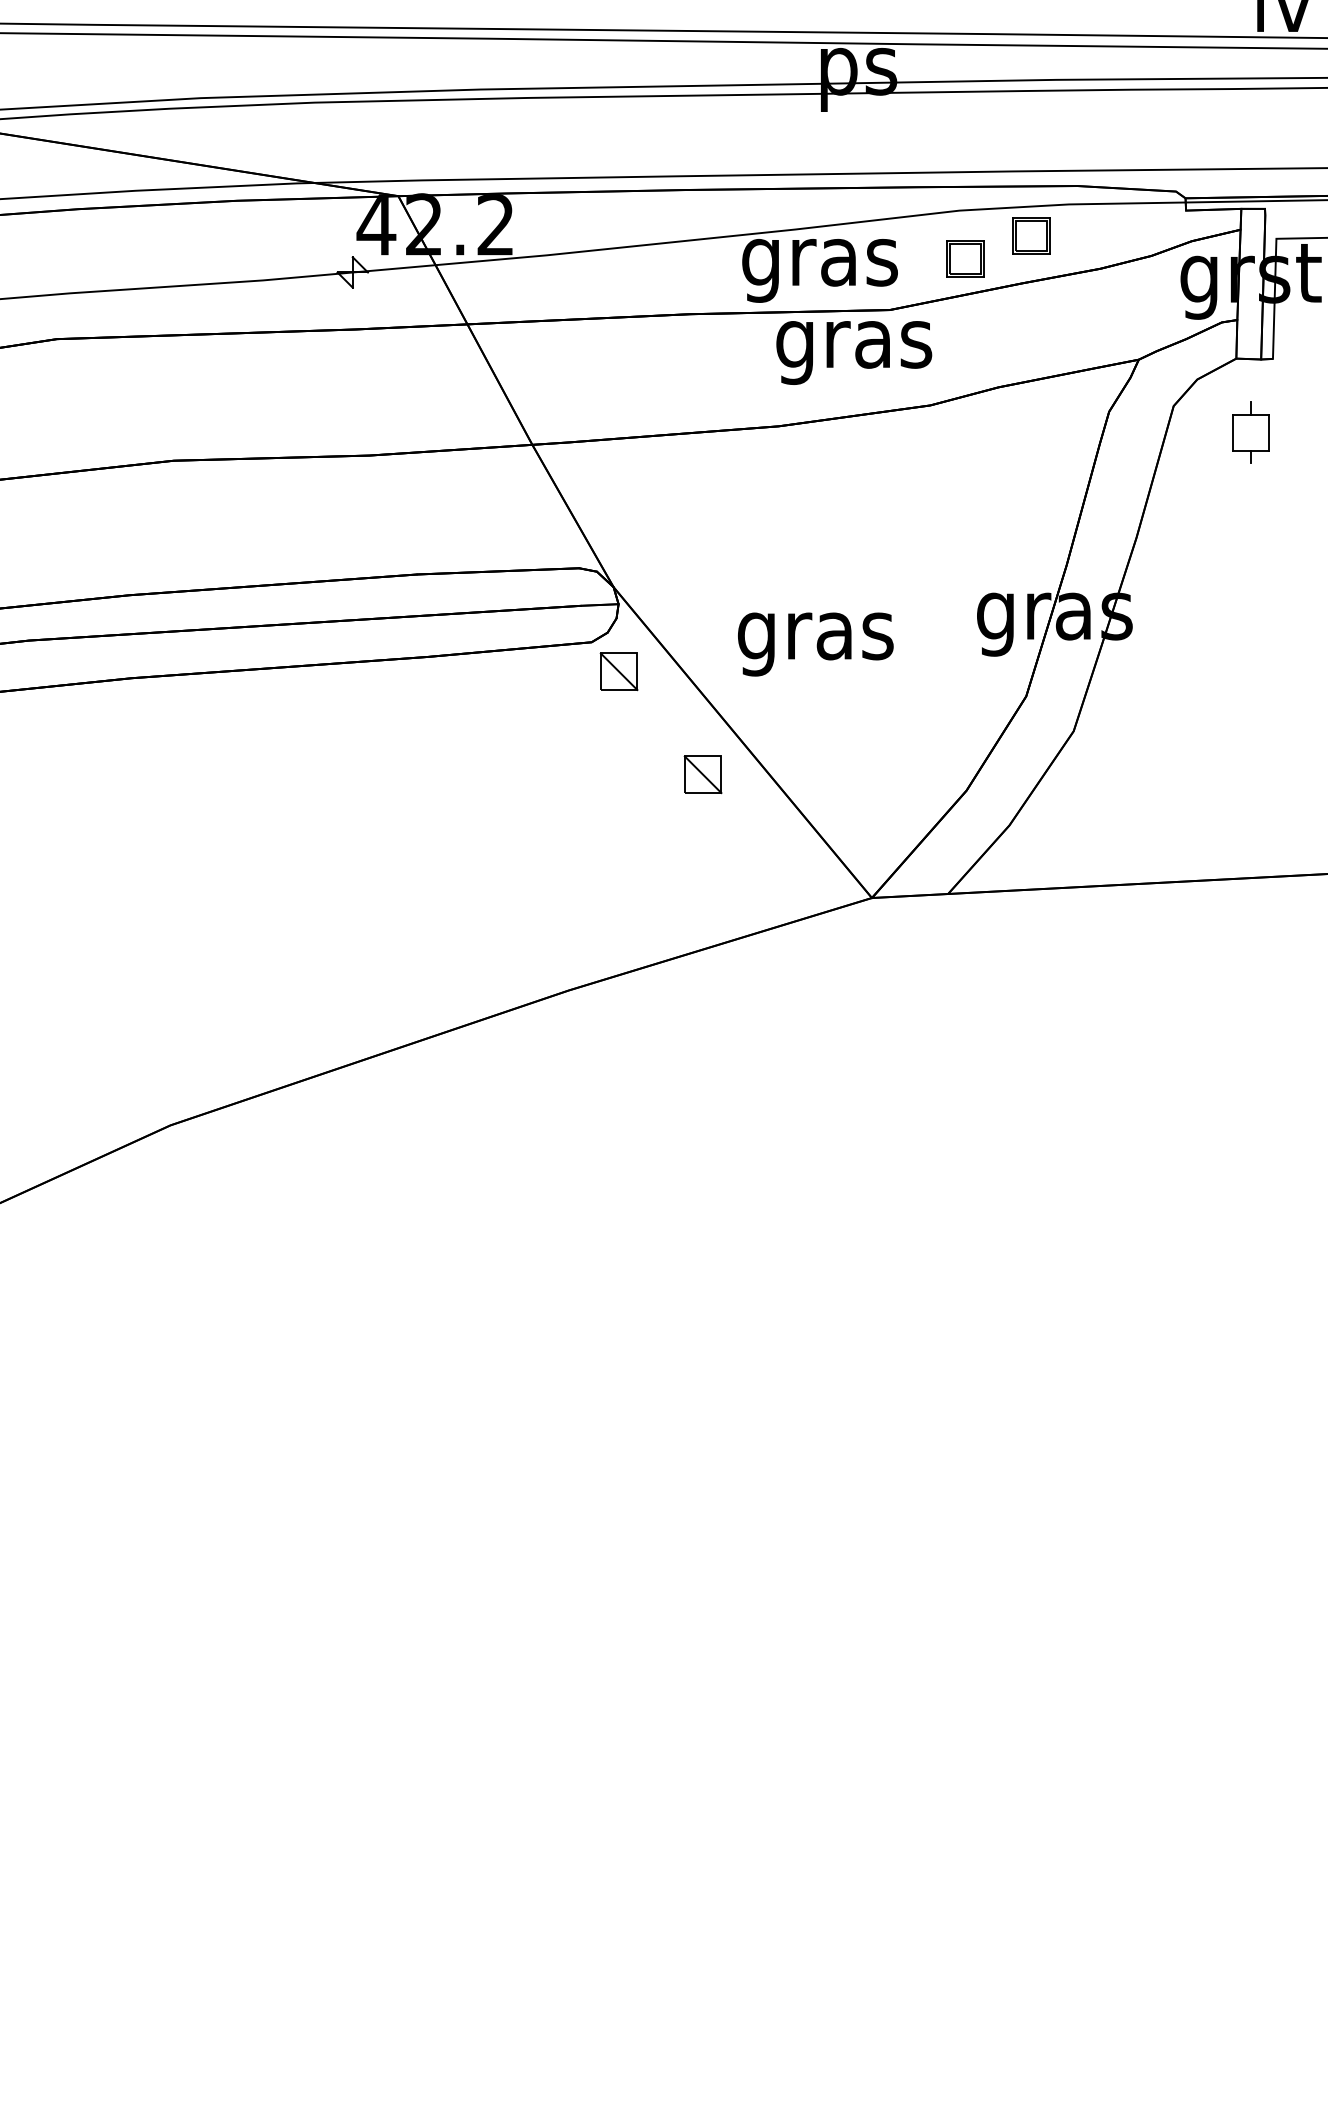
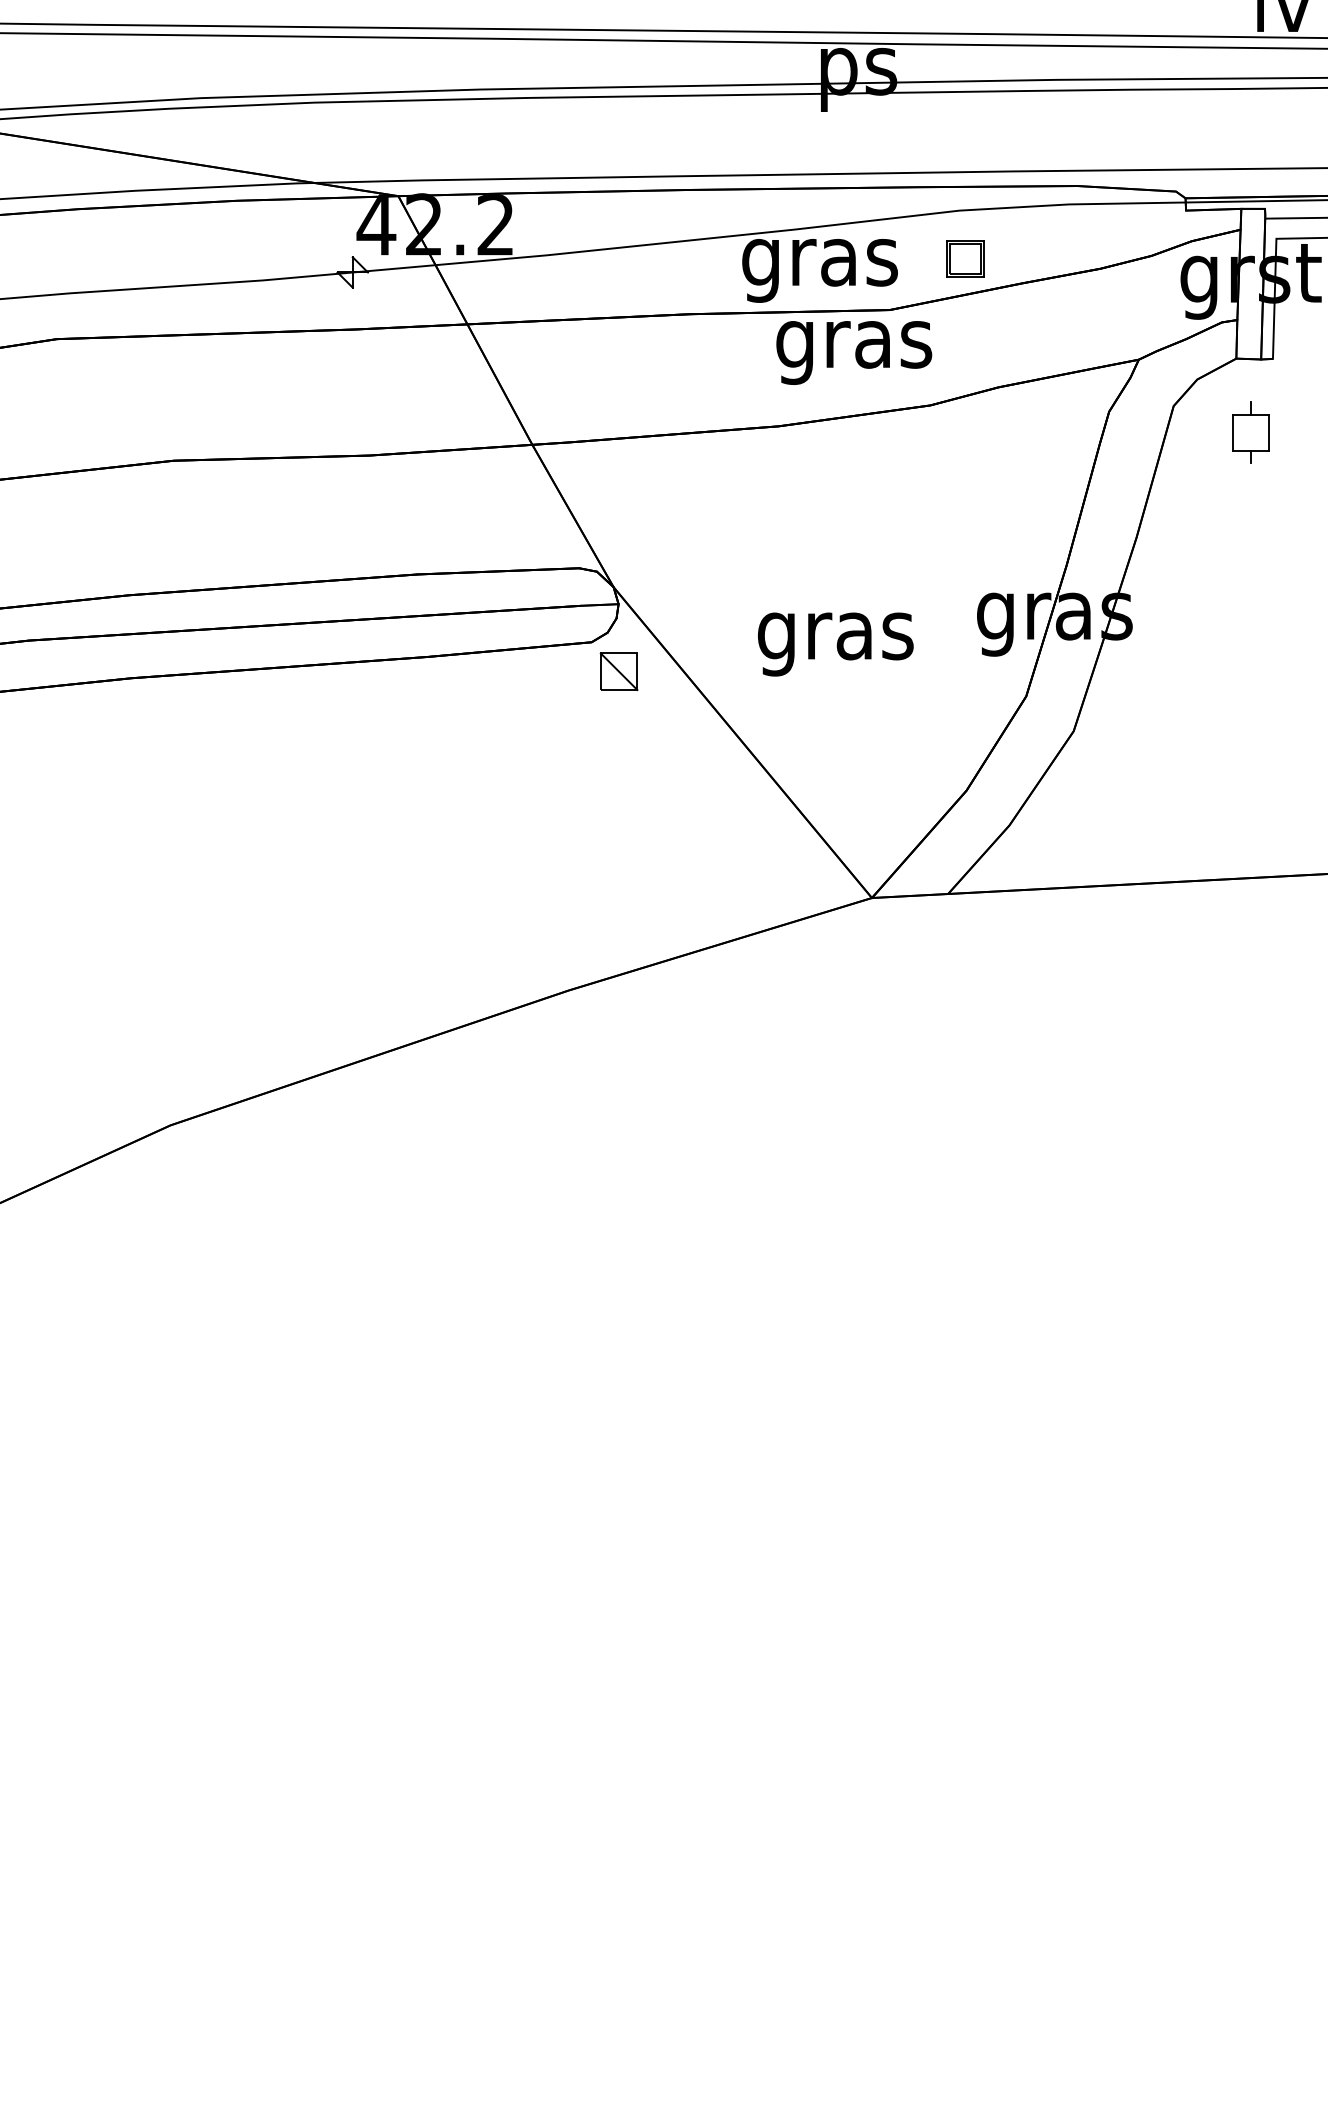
line at (1294, 217): none -> present
part at (1031, 235): present -> none
text at (815, 644) position: (815, 644) -> (835, 644)
part at (702, 774): present -> none
